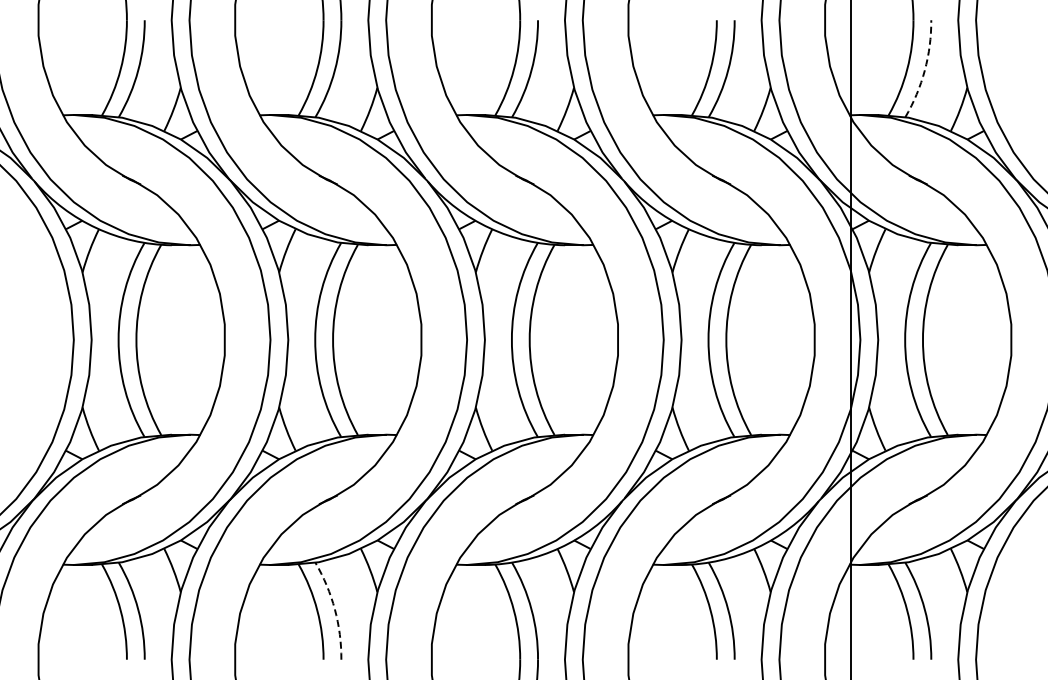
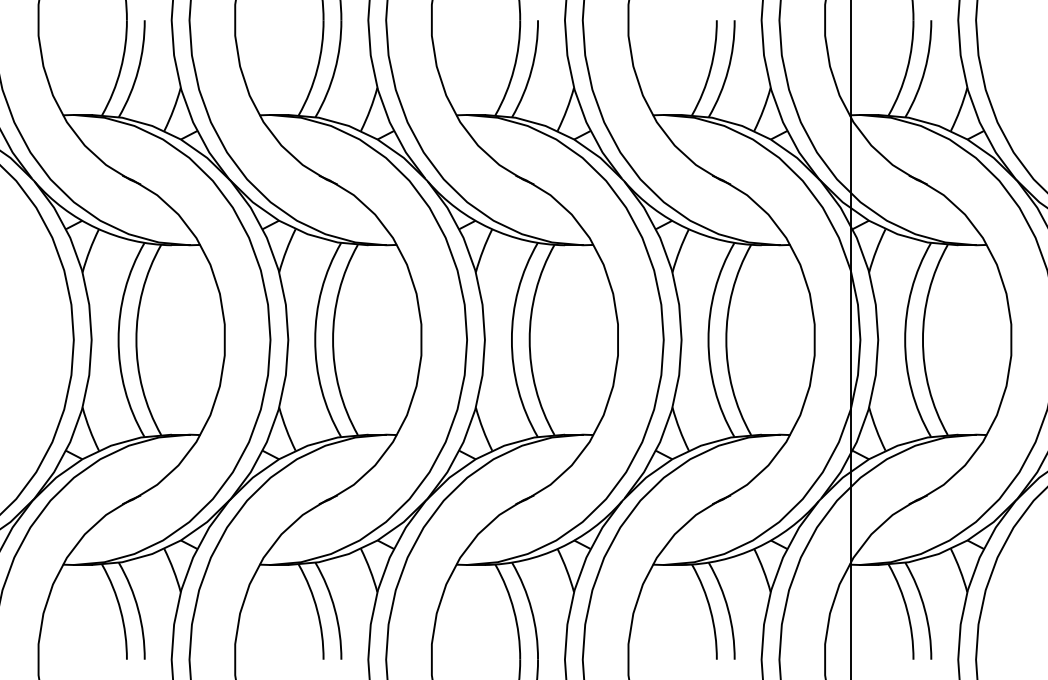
arc at (924, 70): dashed -> solid
arc at (334, 609): dashed -> solid
